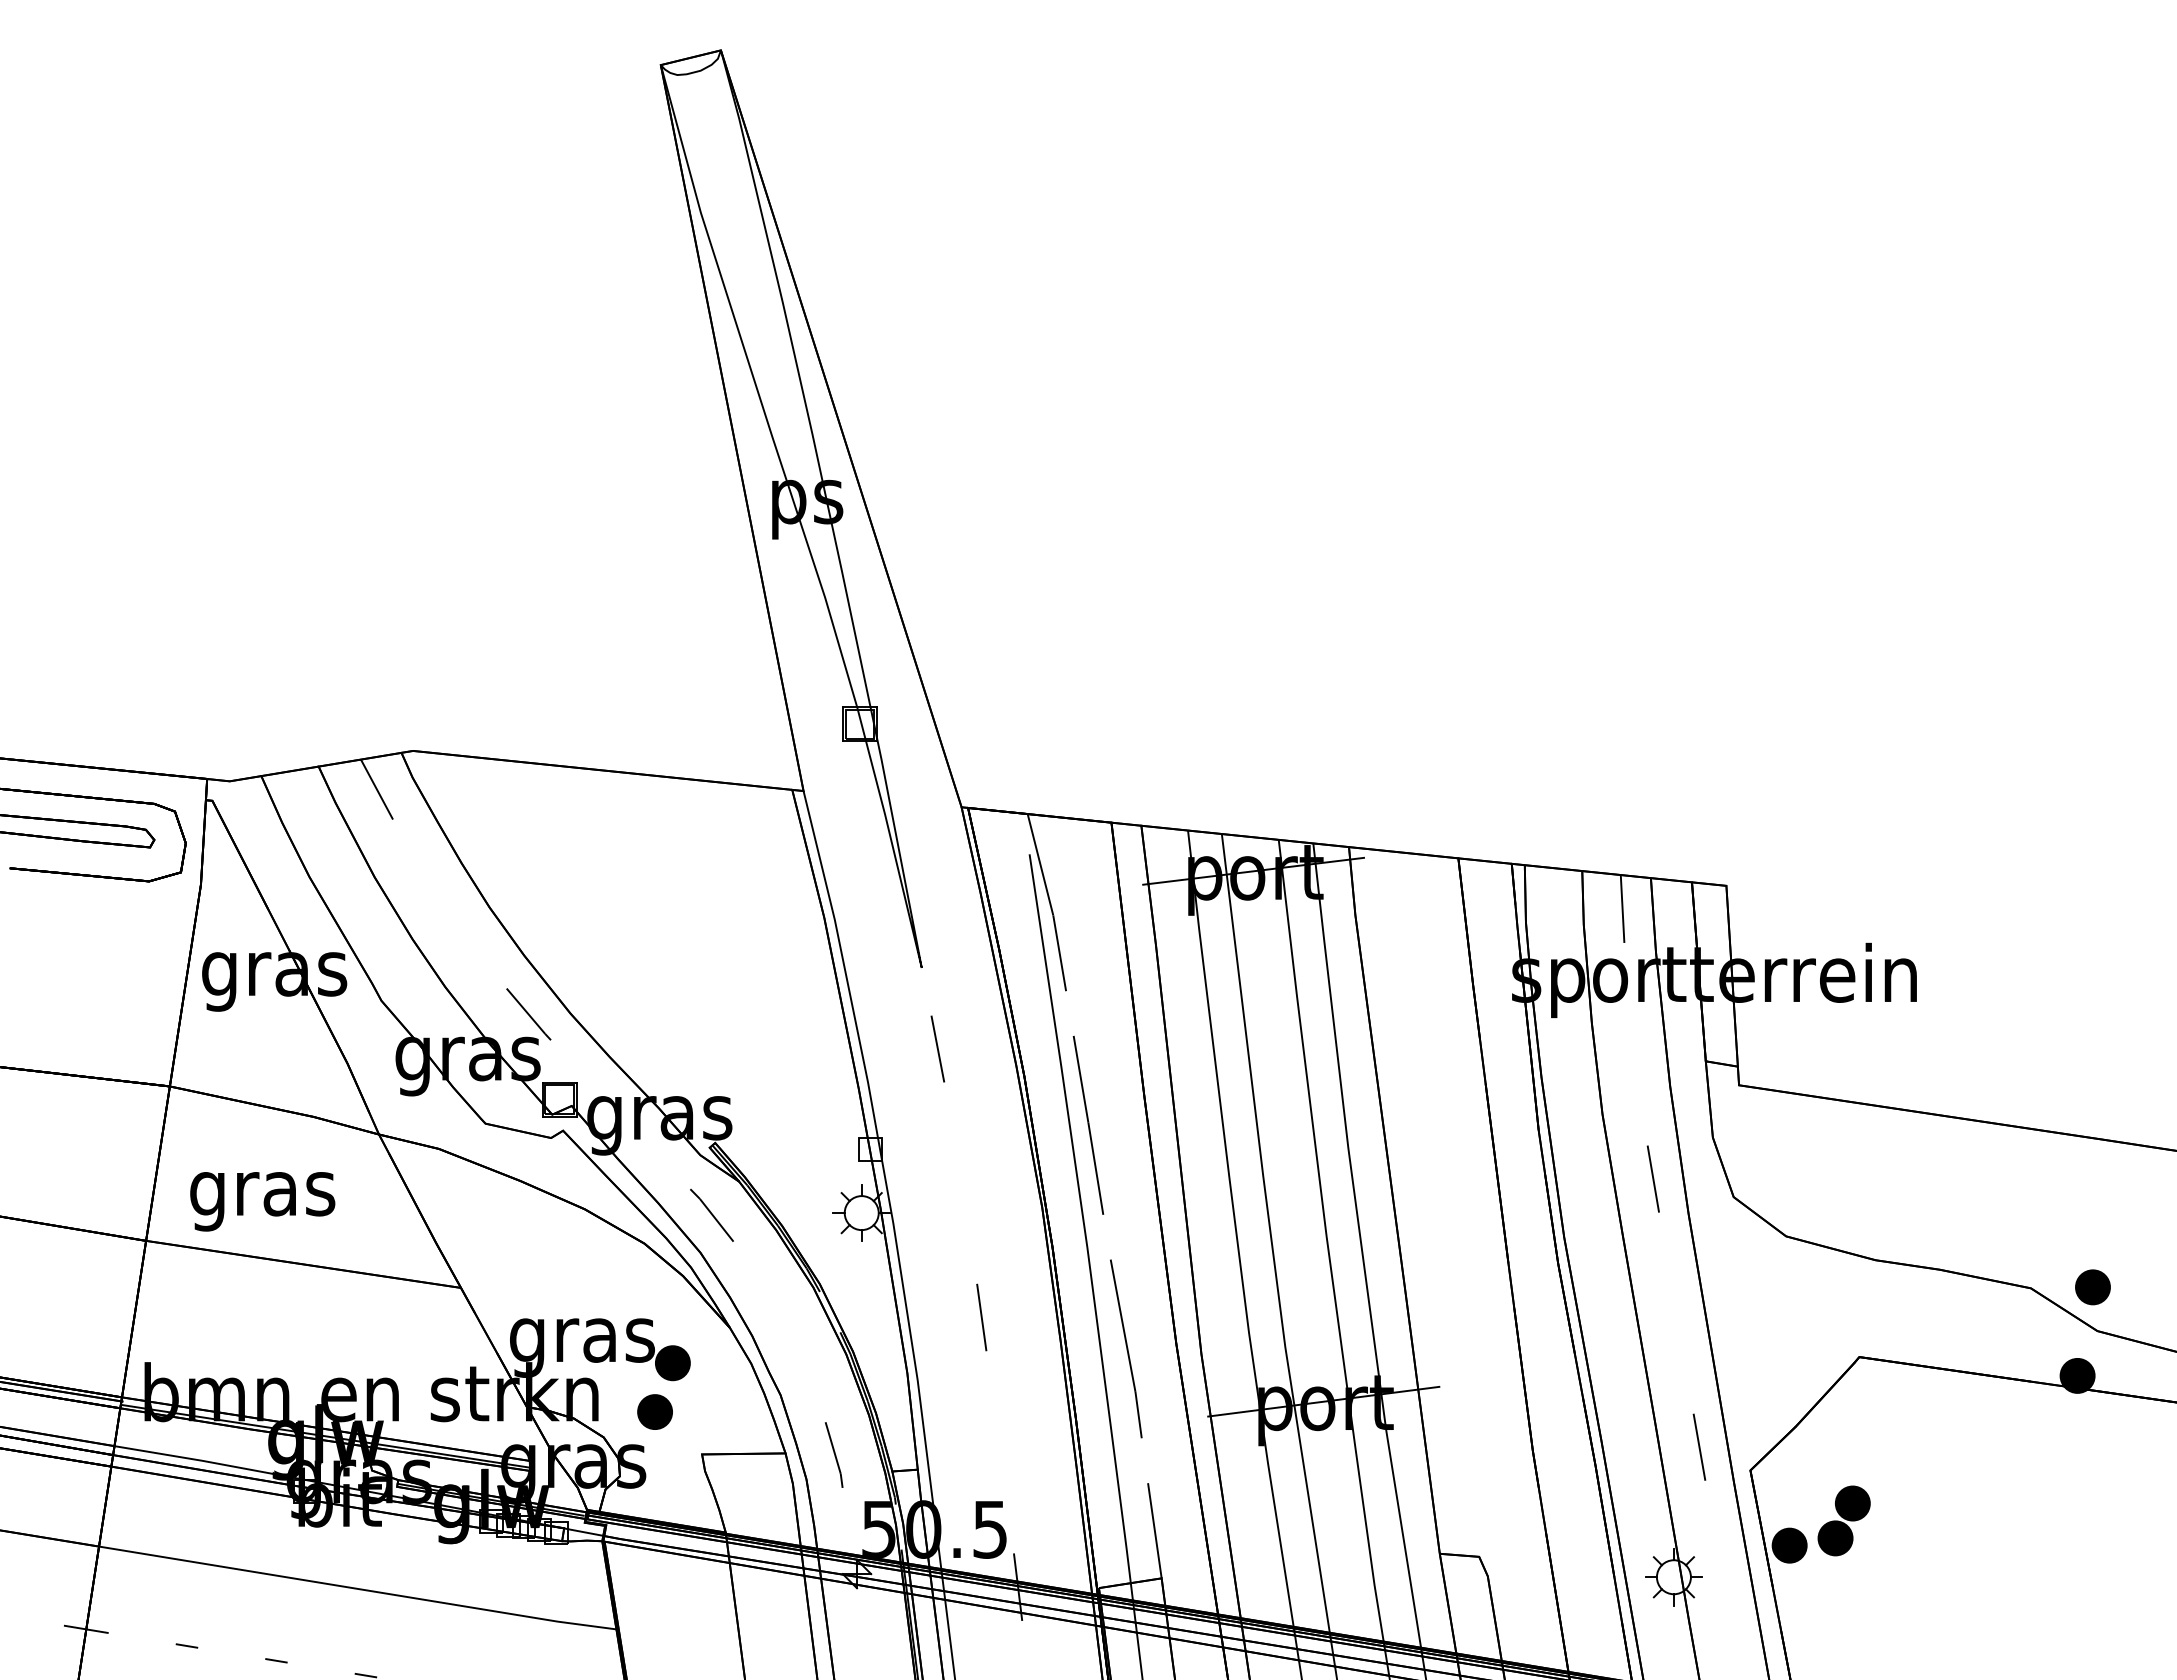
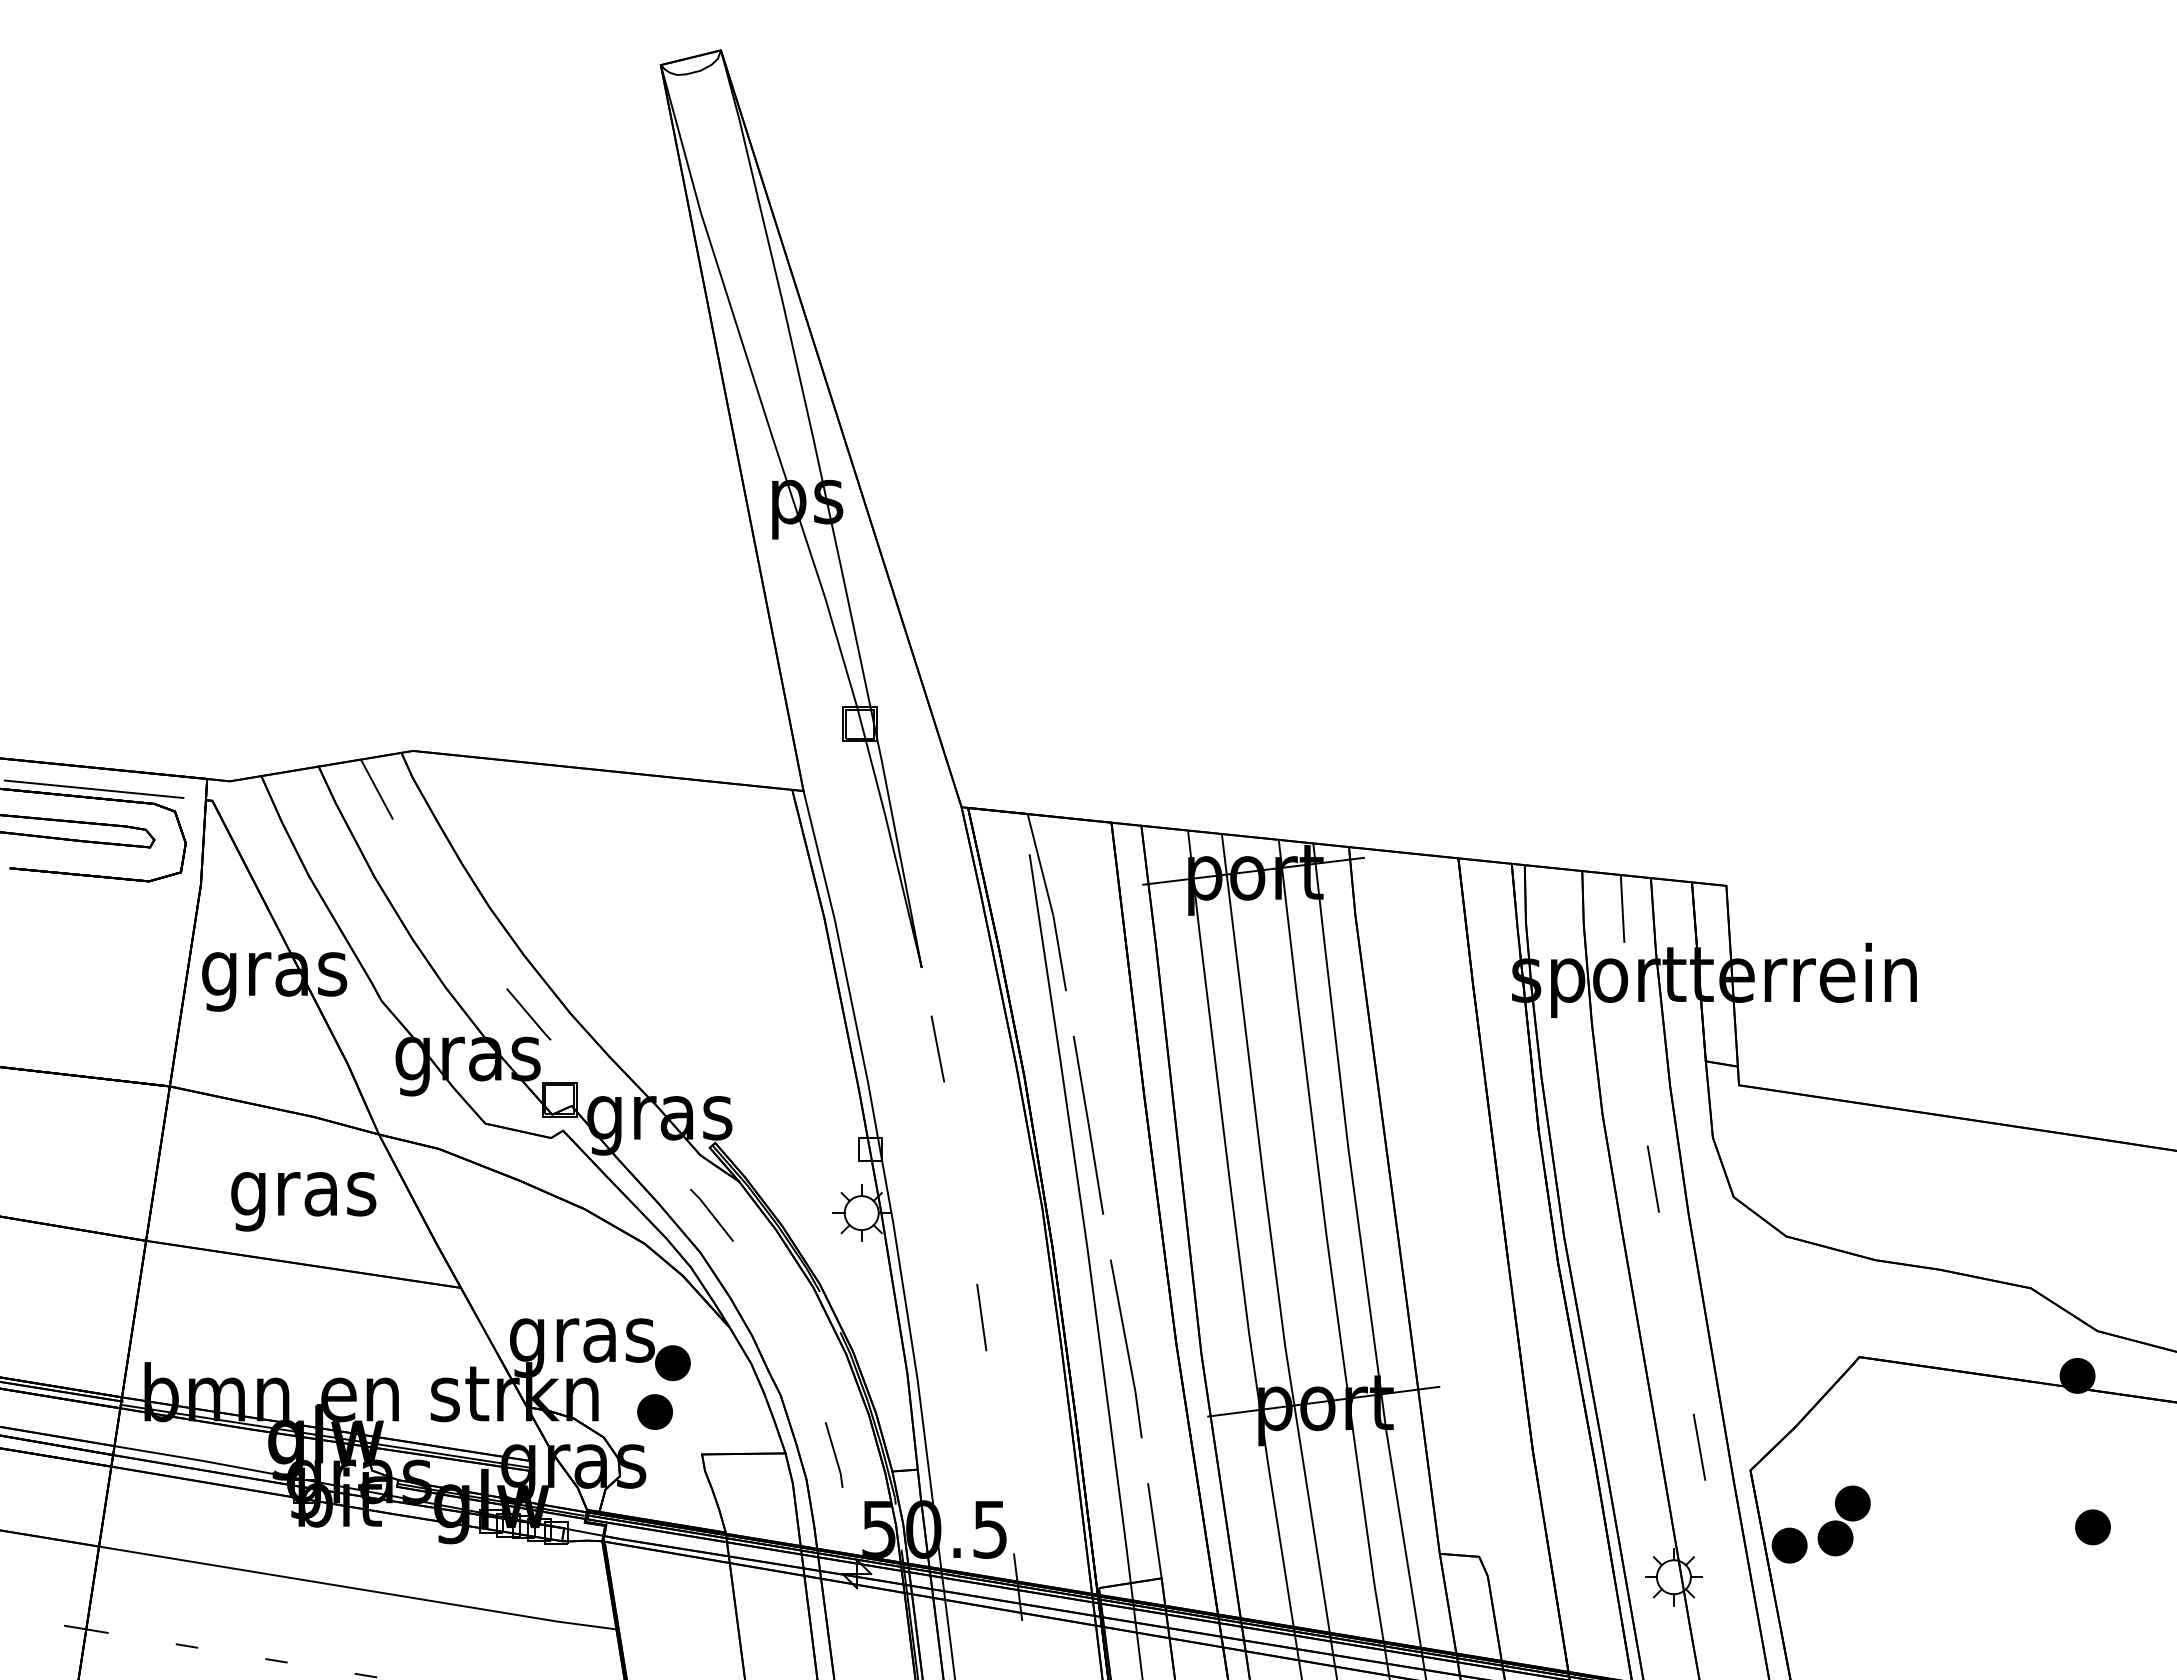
line at (103, 790): none -> present
text at (262, 1201) position: (262, 1201) -> (303, 1201)
part at (2092, 1287) position: (2092, 1287) -> (2092, 1527)
